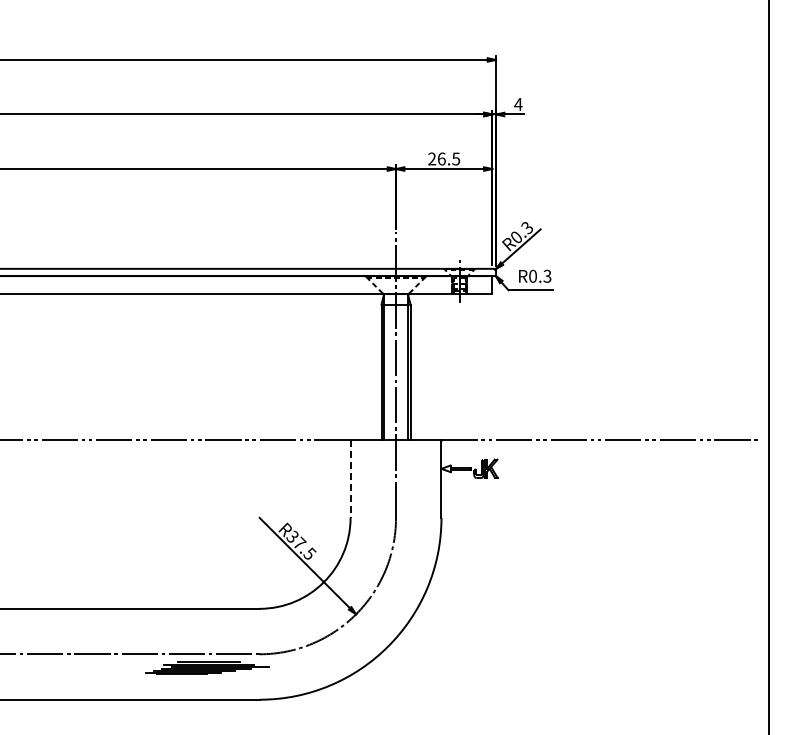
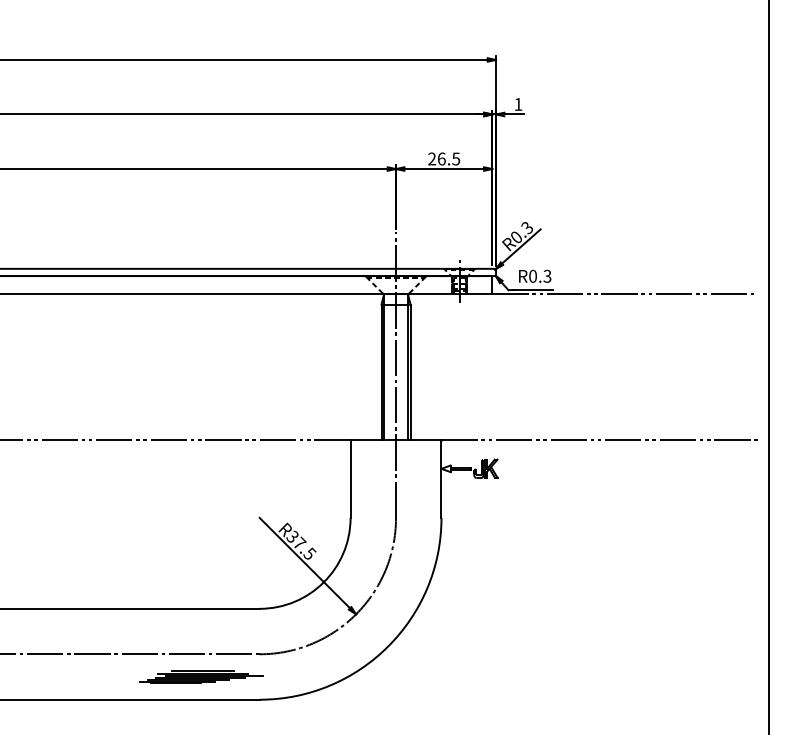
text at (518, 104): 4 -> 1
line at (625, 294): none -> present
line at (350, 479): dashed -> solid
part at (207, 667) position: (207, 667) -> (201, 676)
